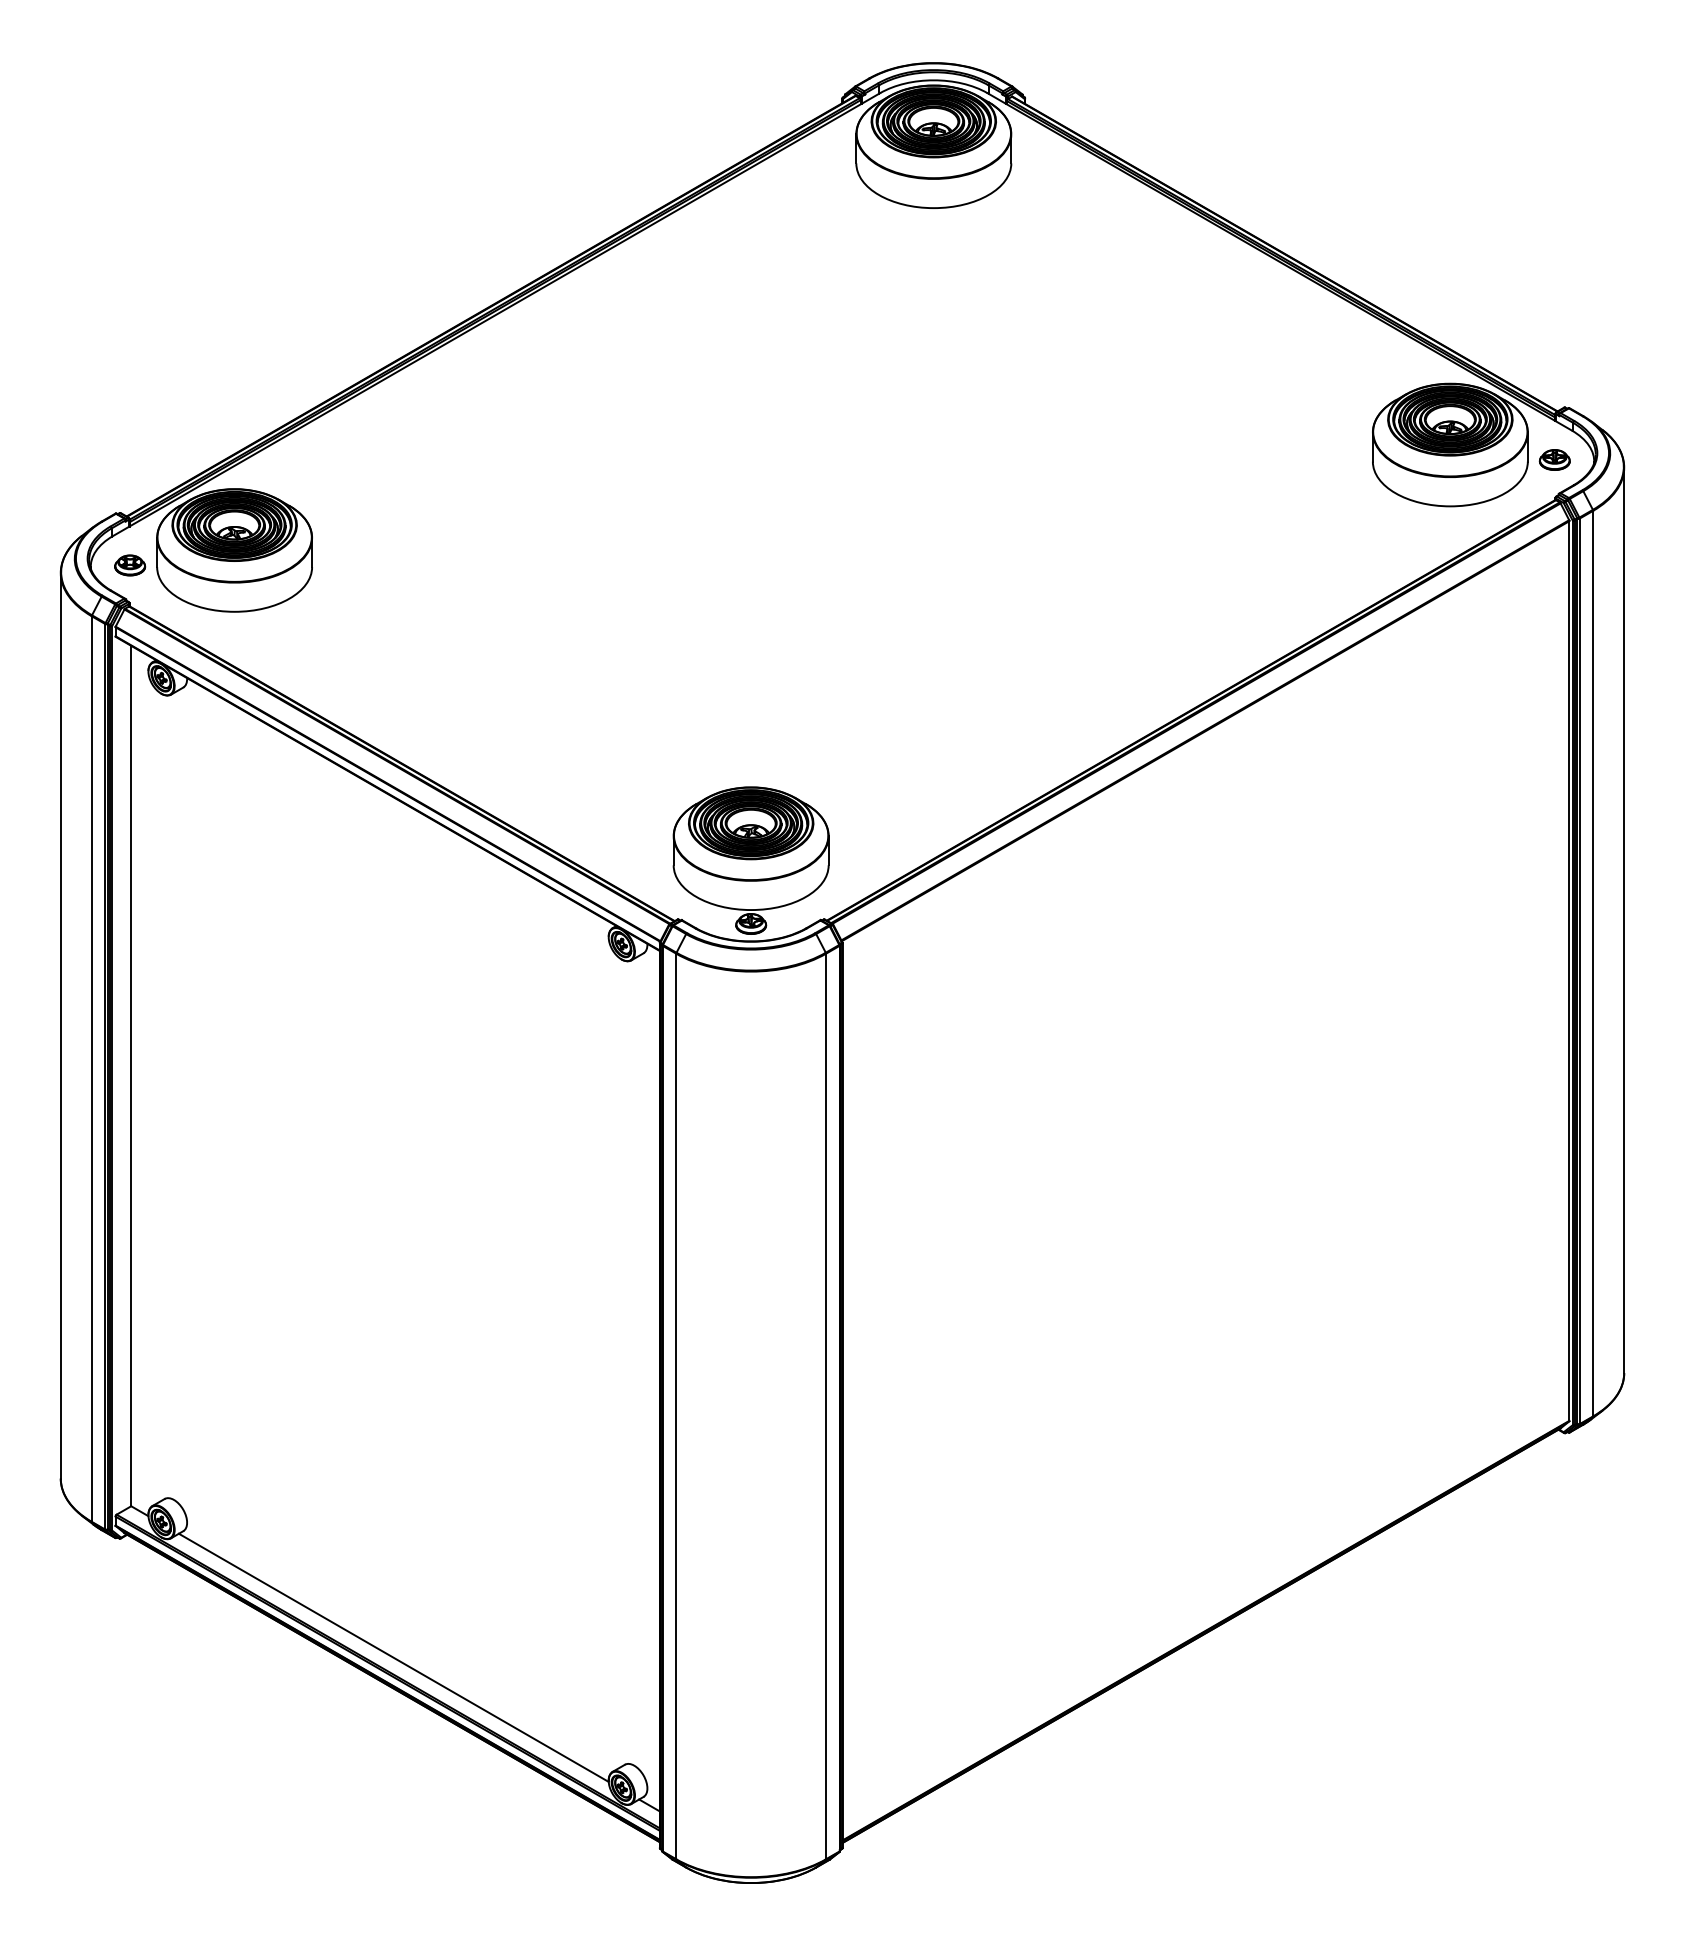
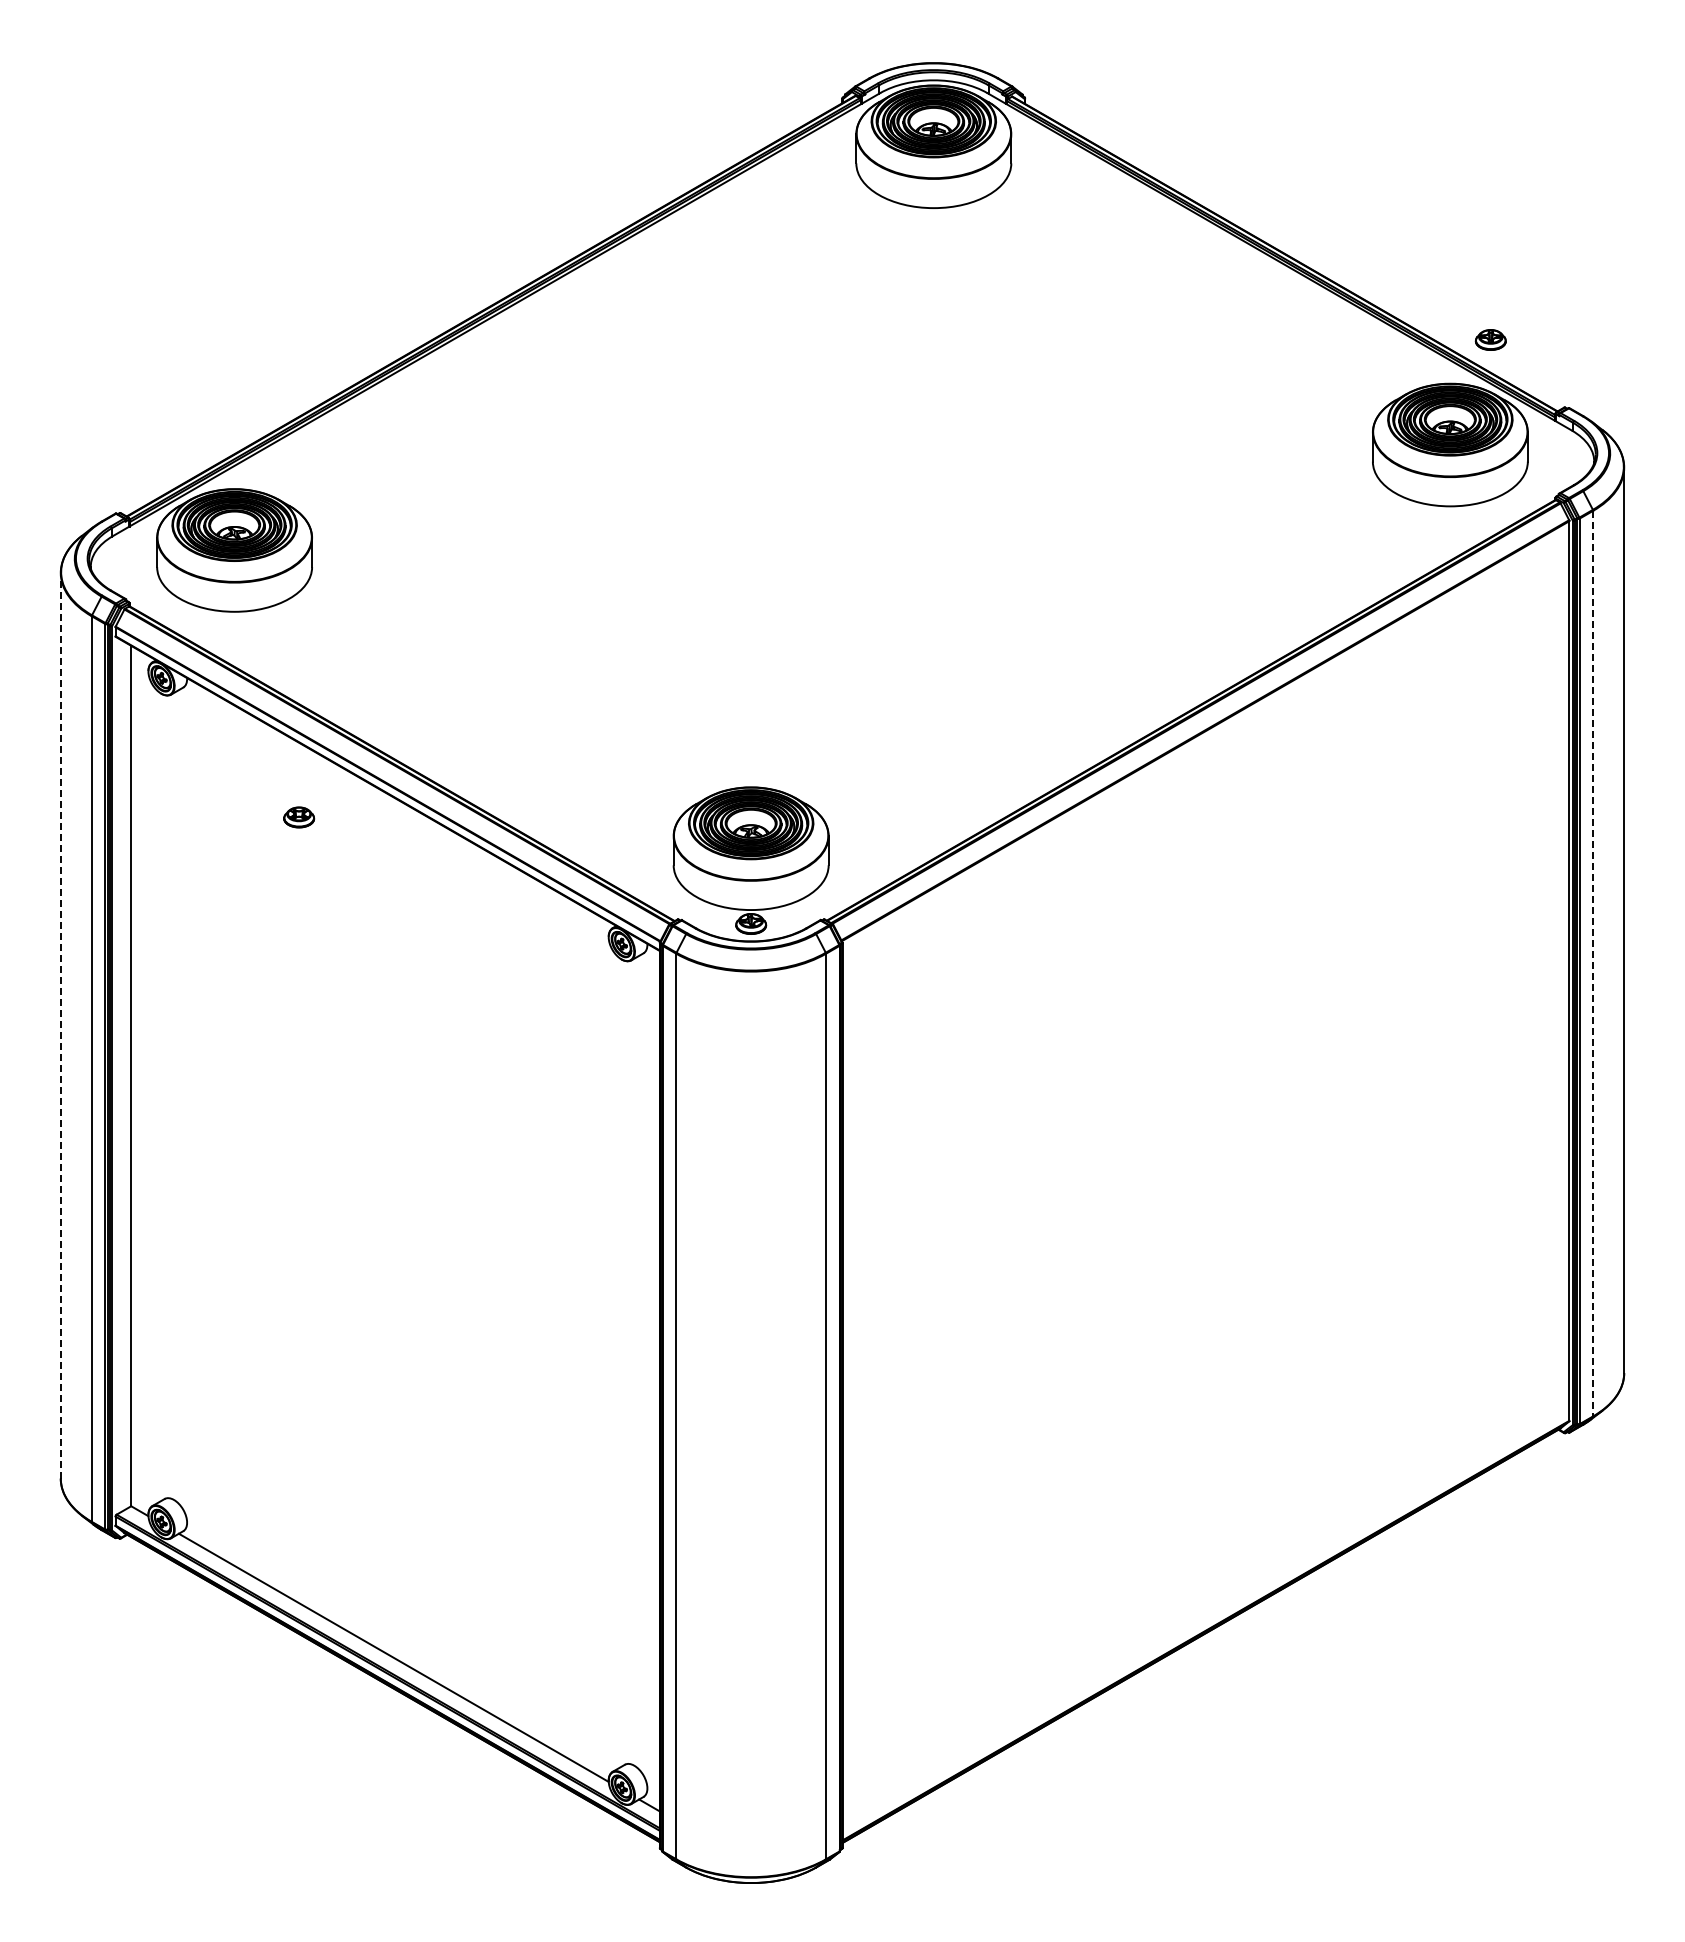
part at (1554, 459) position: (1554, 459) -> (1490, 339)
part at (130, 565) position: (130, 565) -> (299, 817)
line at (1593, 963): solid -> dashed
line at (60, 1025): solid -> dashed
